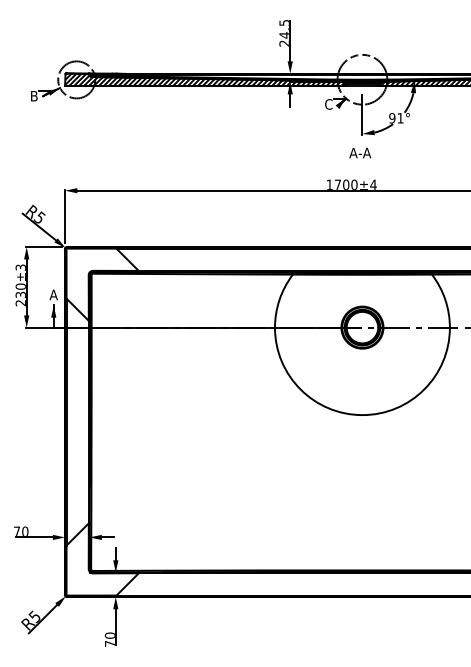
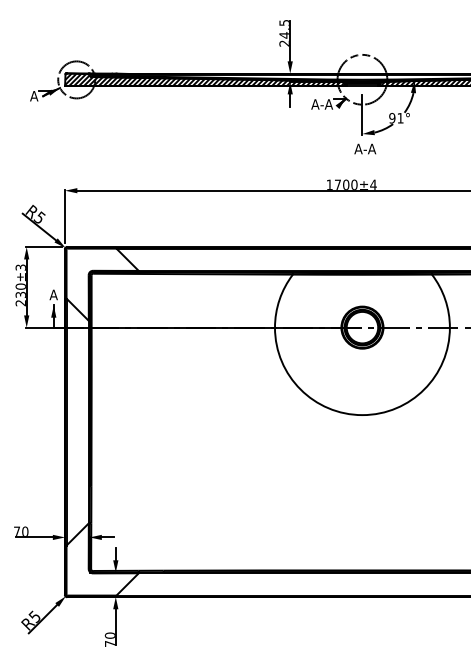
text at (34, 96): B -> A
text at (322, 104): C -> A-A
text at (360, 152) position: (360, 152) -> (365, 148)
